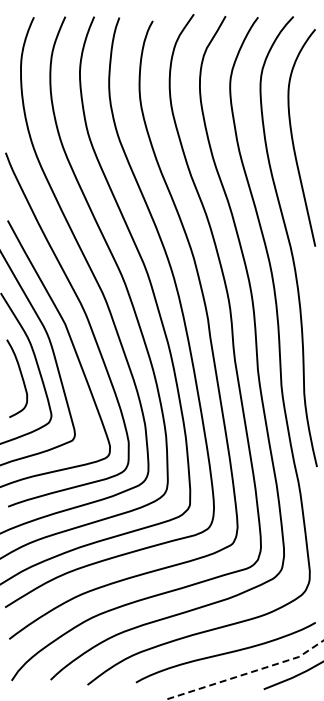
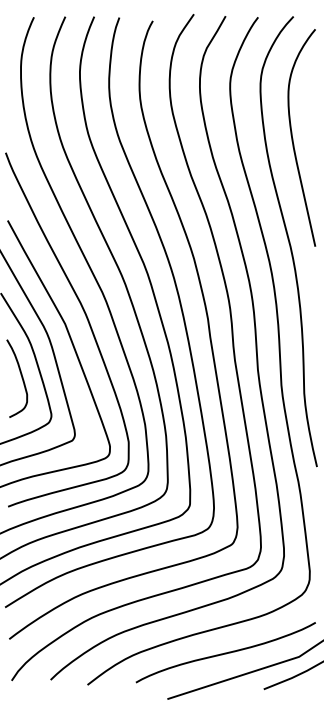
line at (248, 673): dashed -> solid
